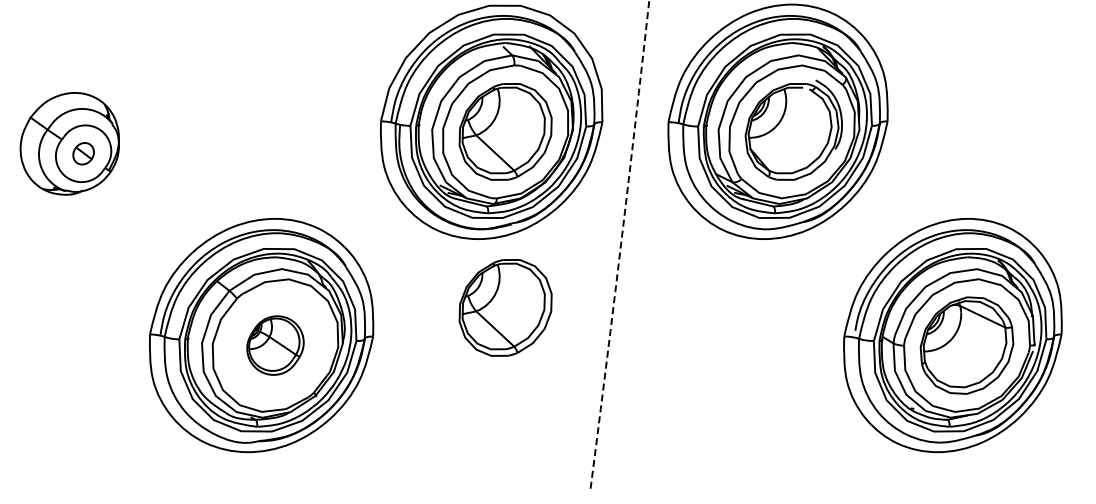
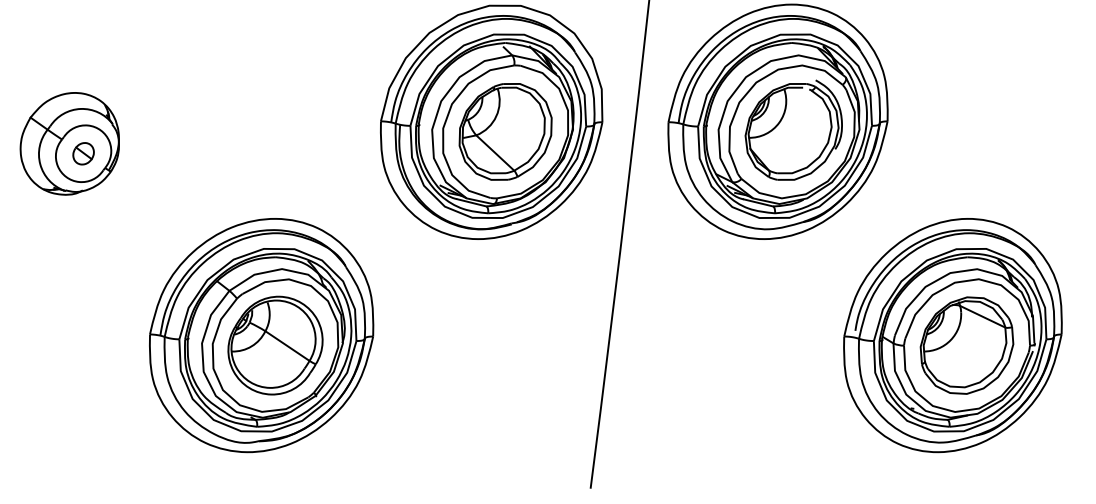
arc at (621, 243): dashed -> solid
part at (505, 307): present -> none
part at (275, 345) size: 59x61 px -> 97x101 px
